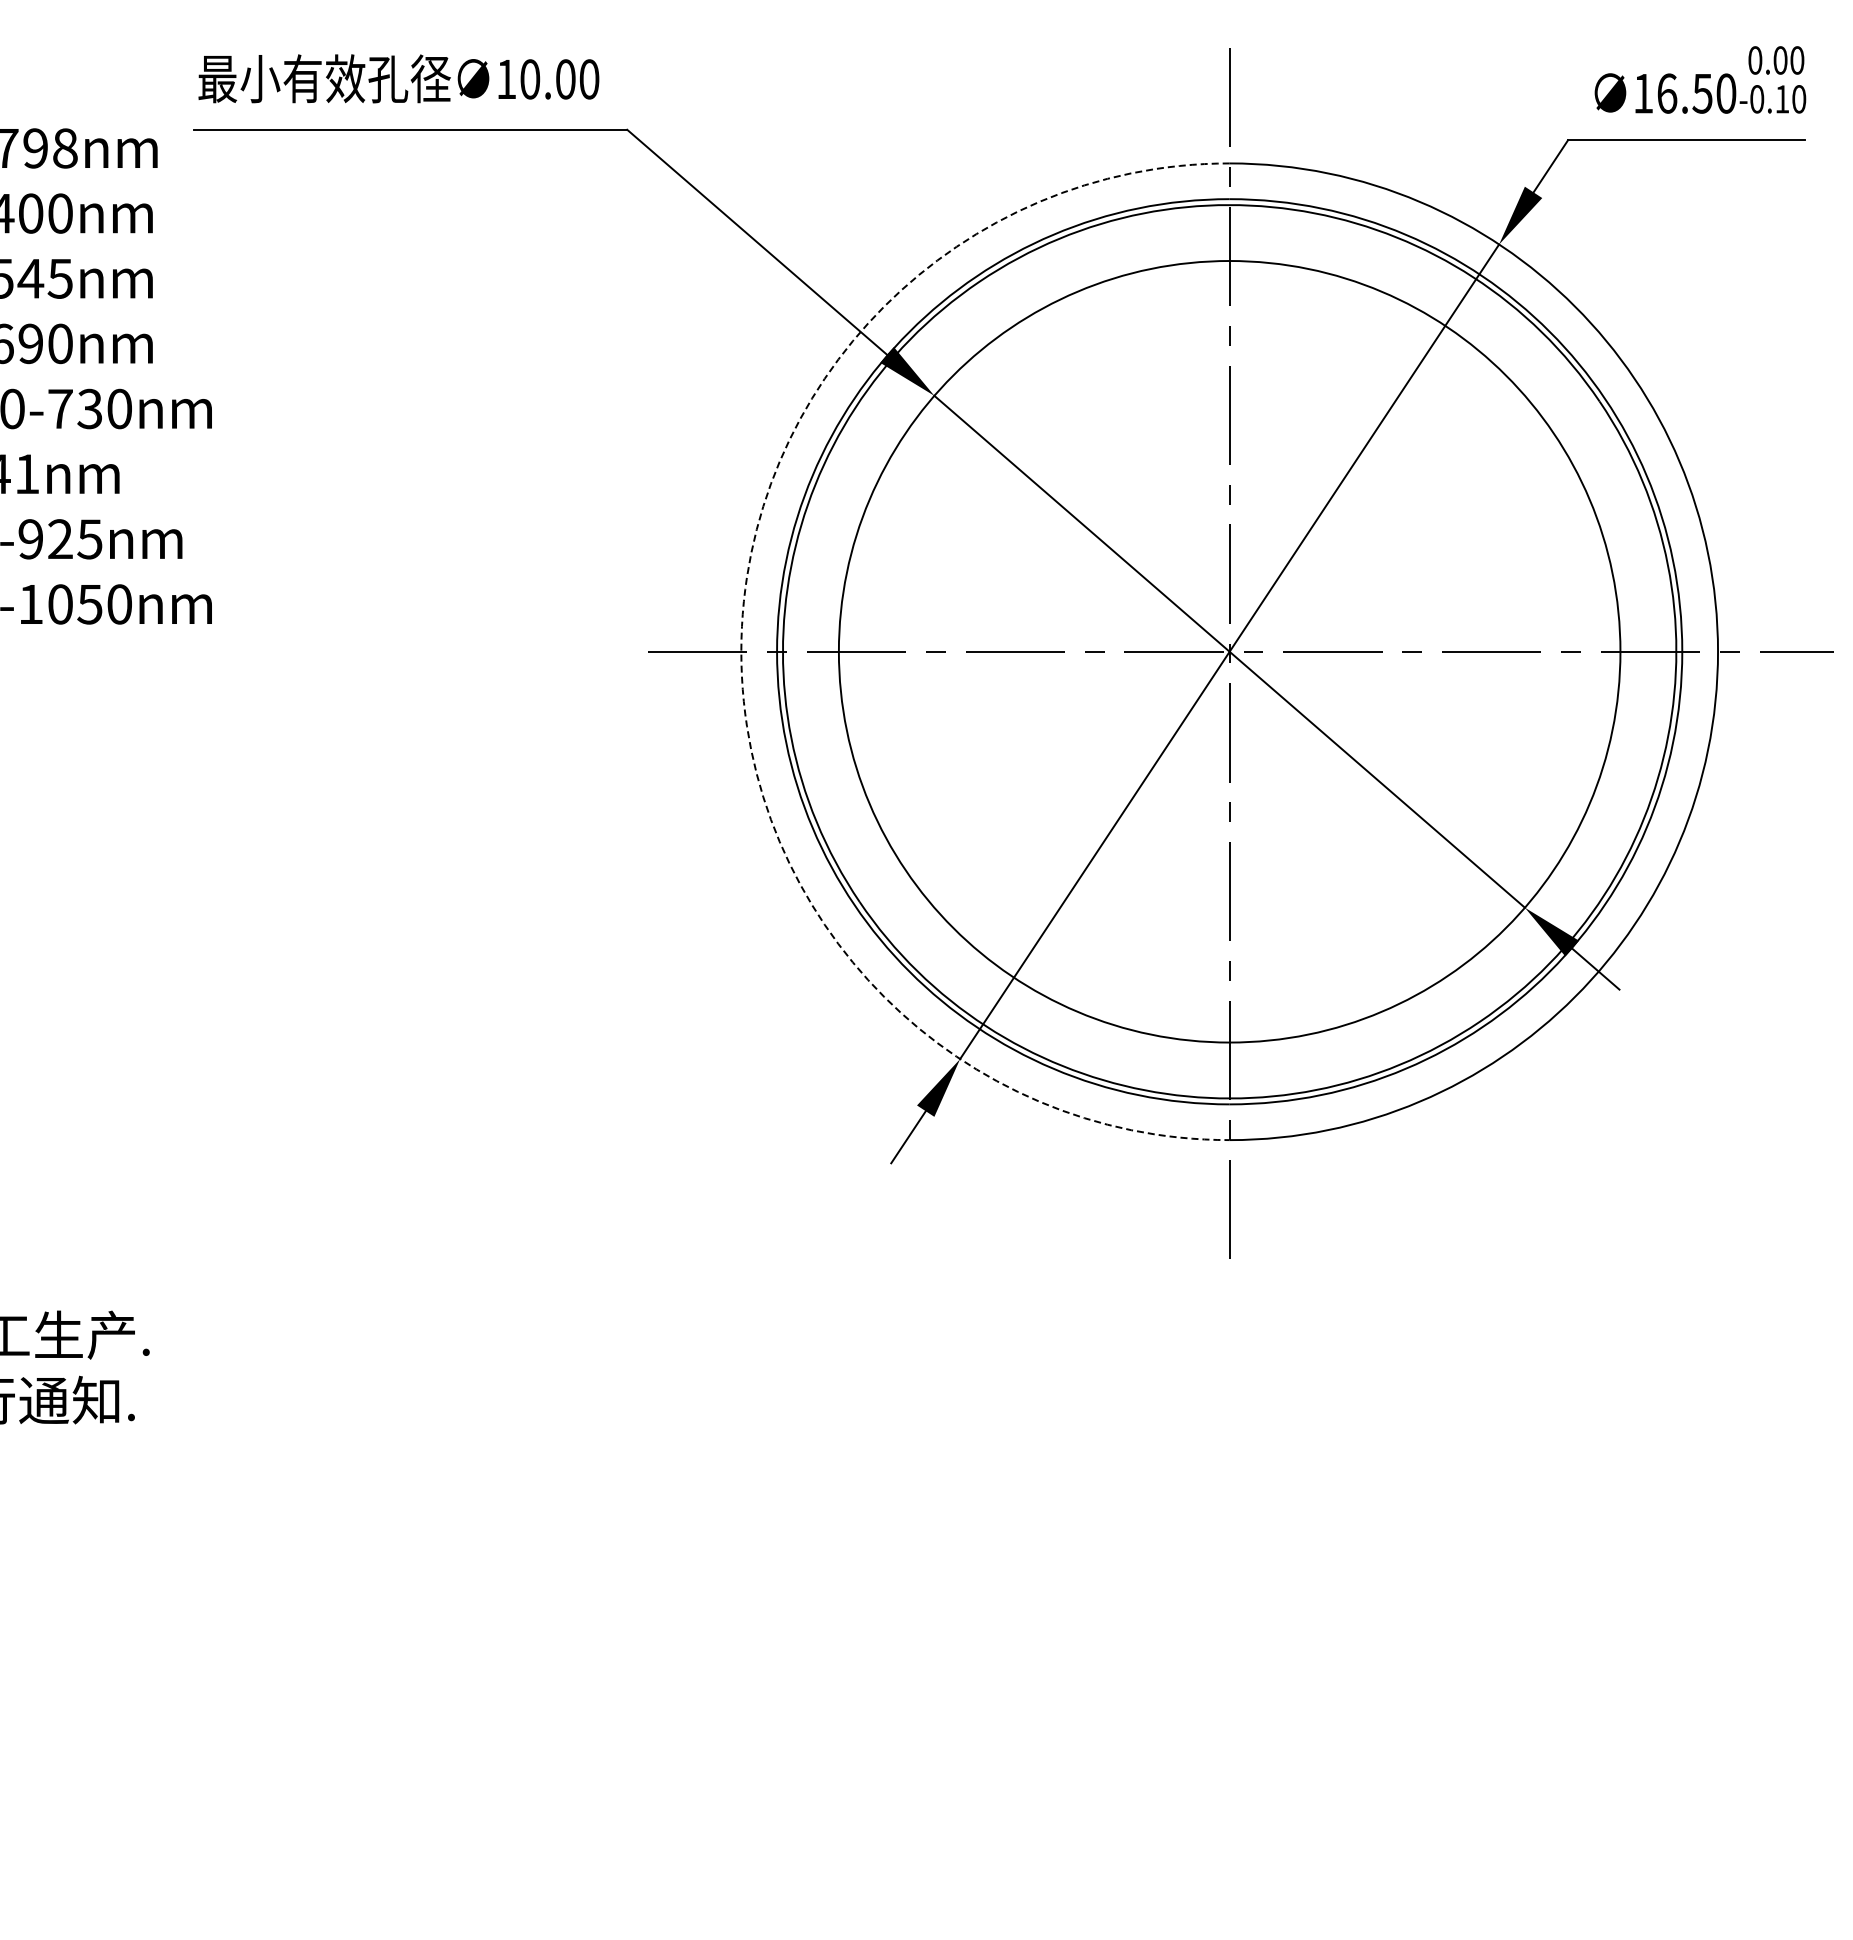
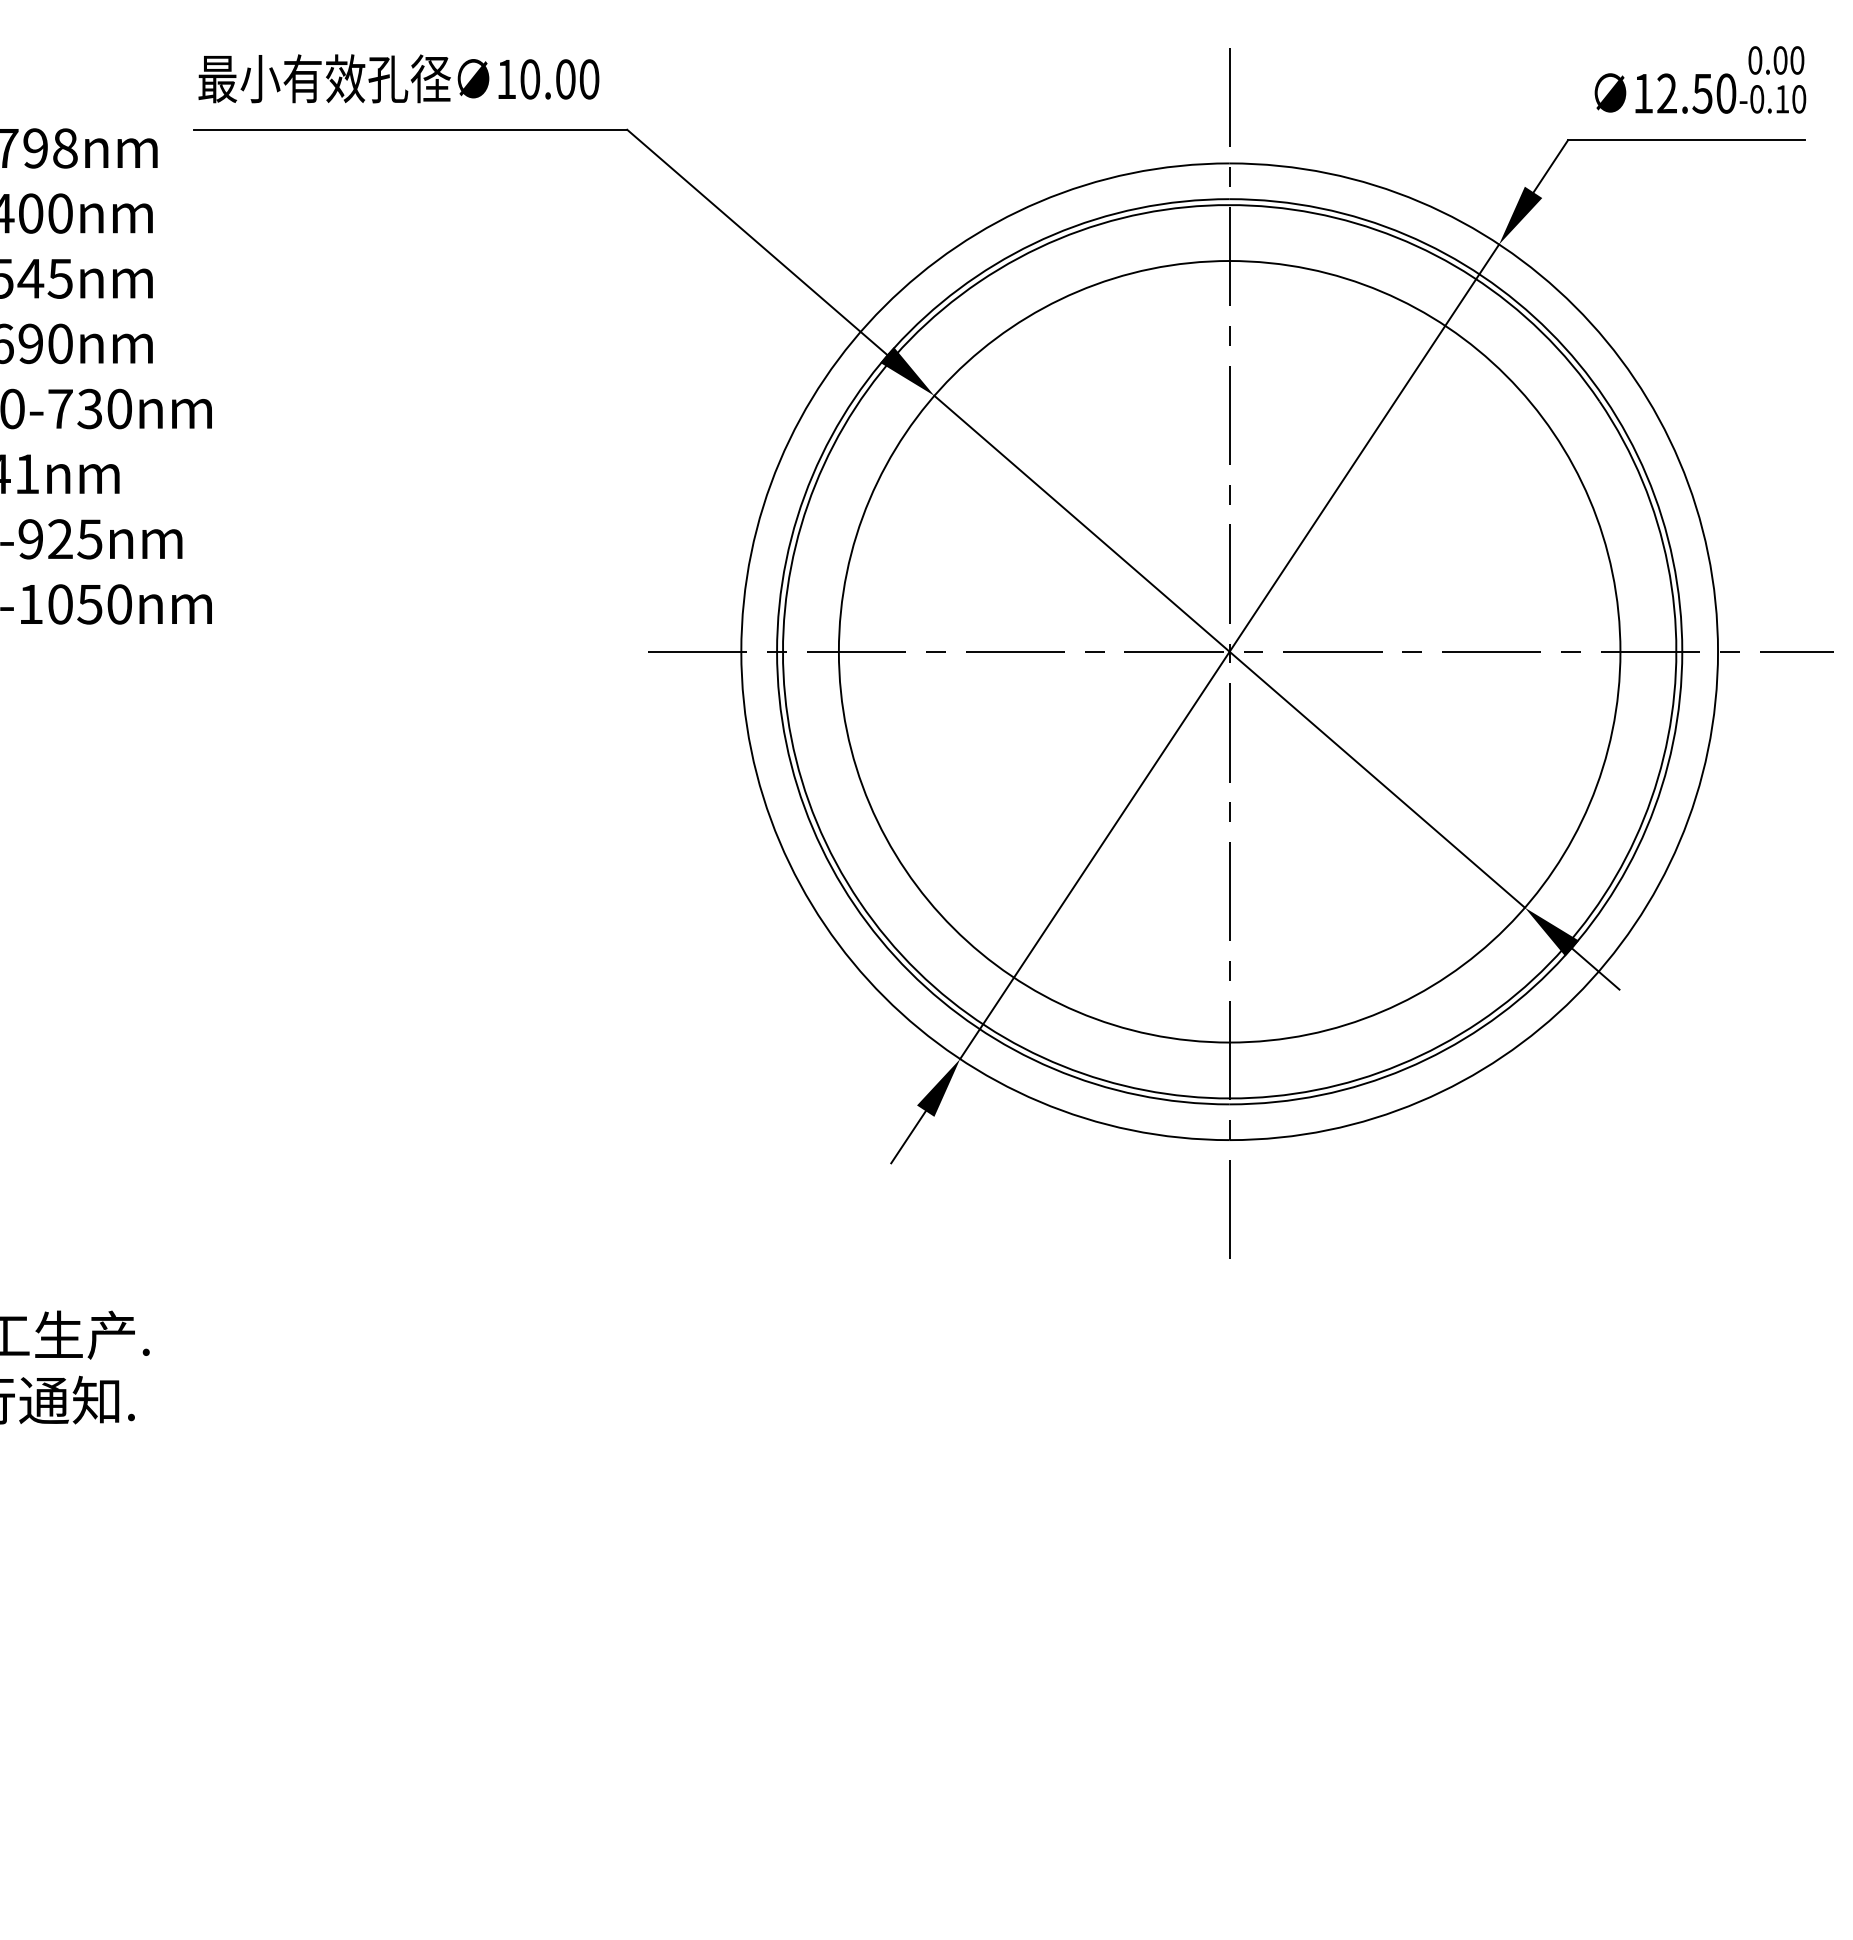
text at (1667, 93): 16.50 -> 12.50
arc at (741, 651): dashed -> solid
